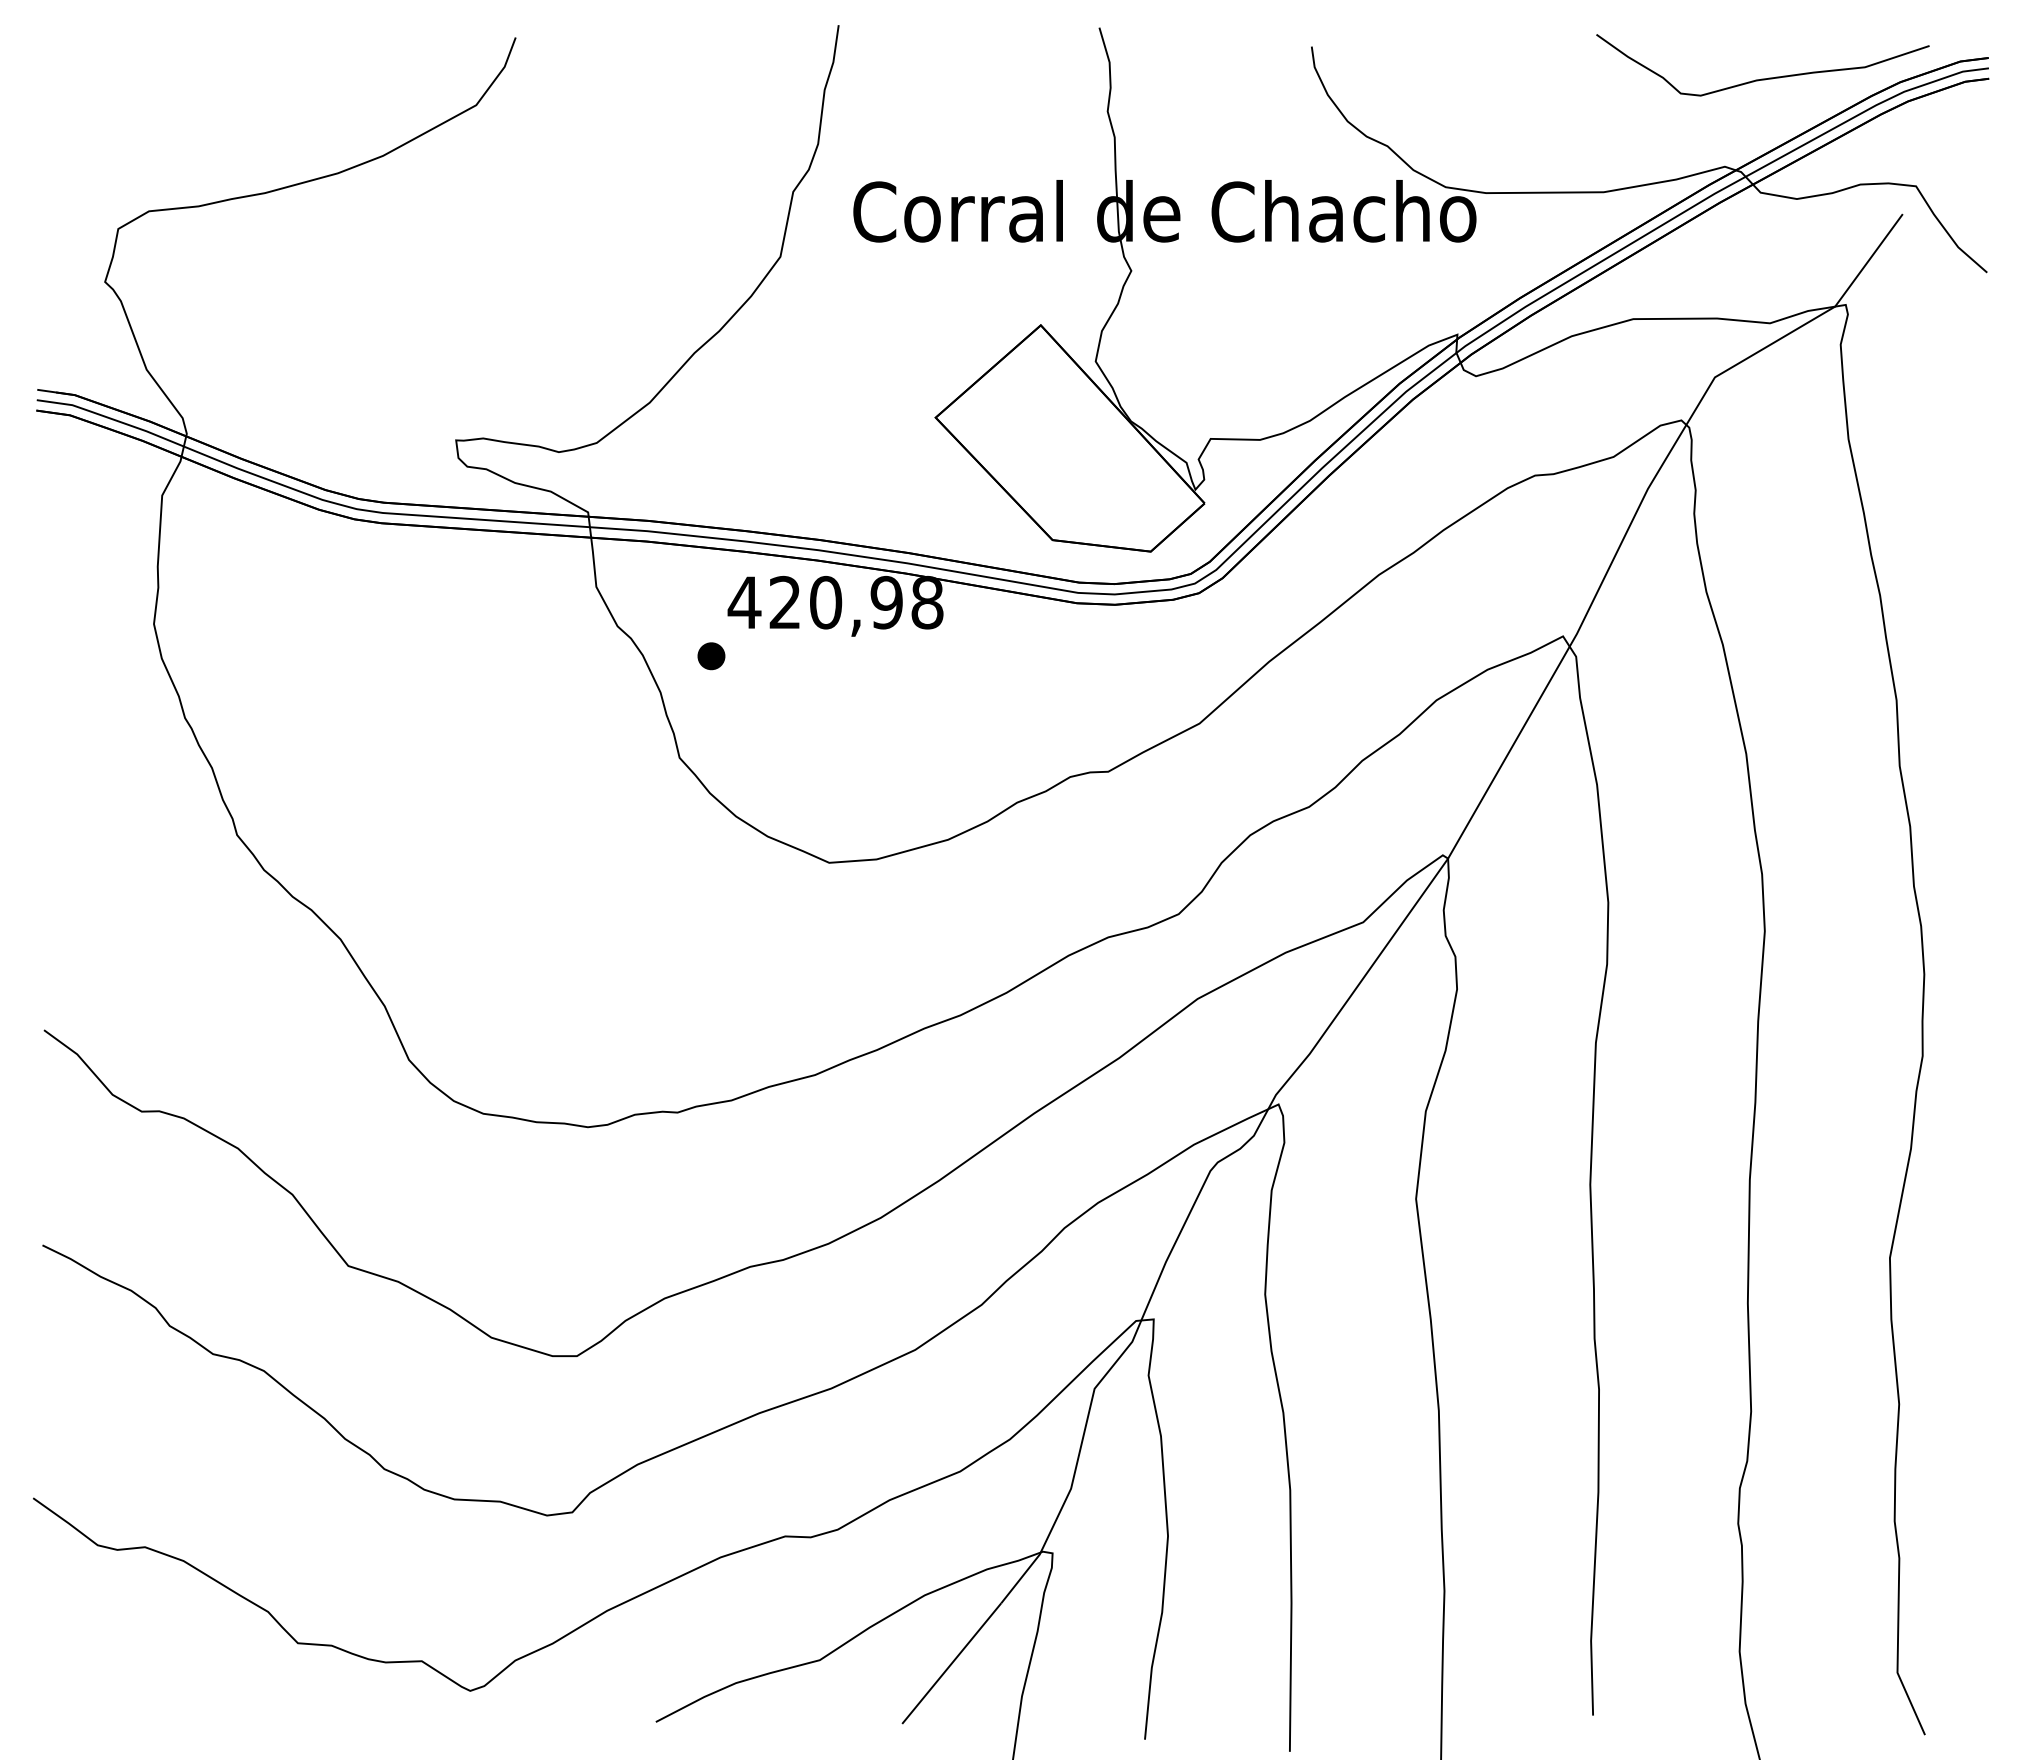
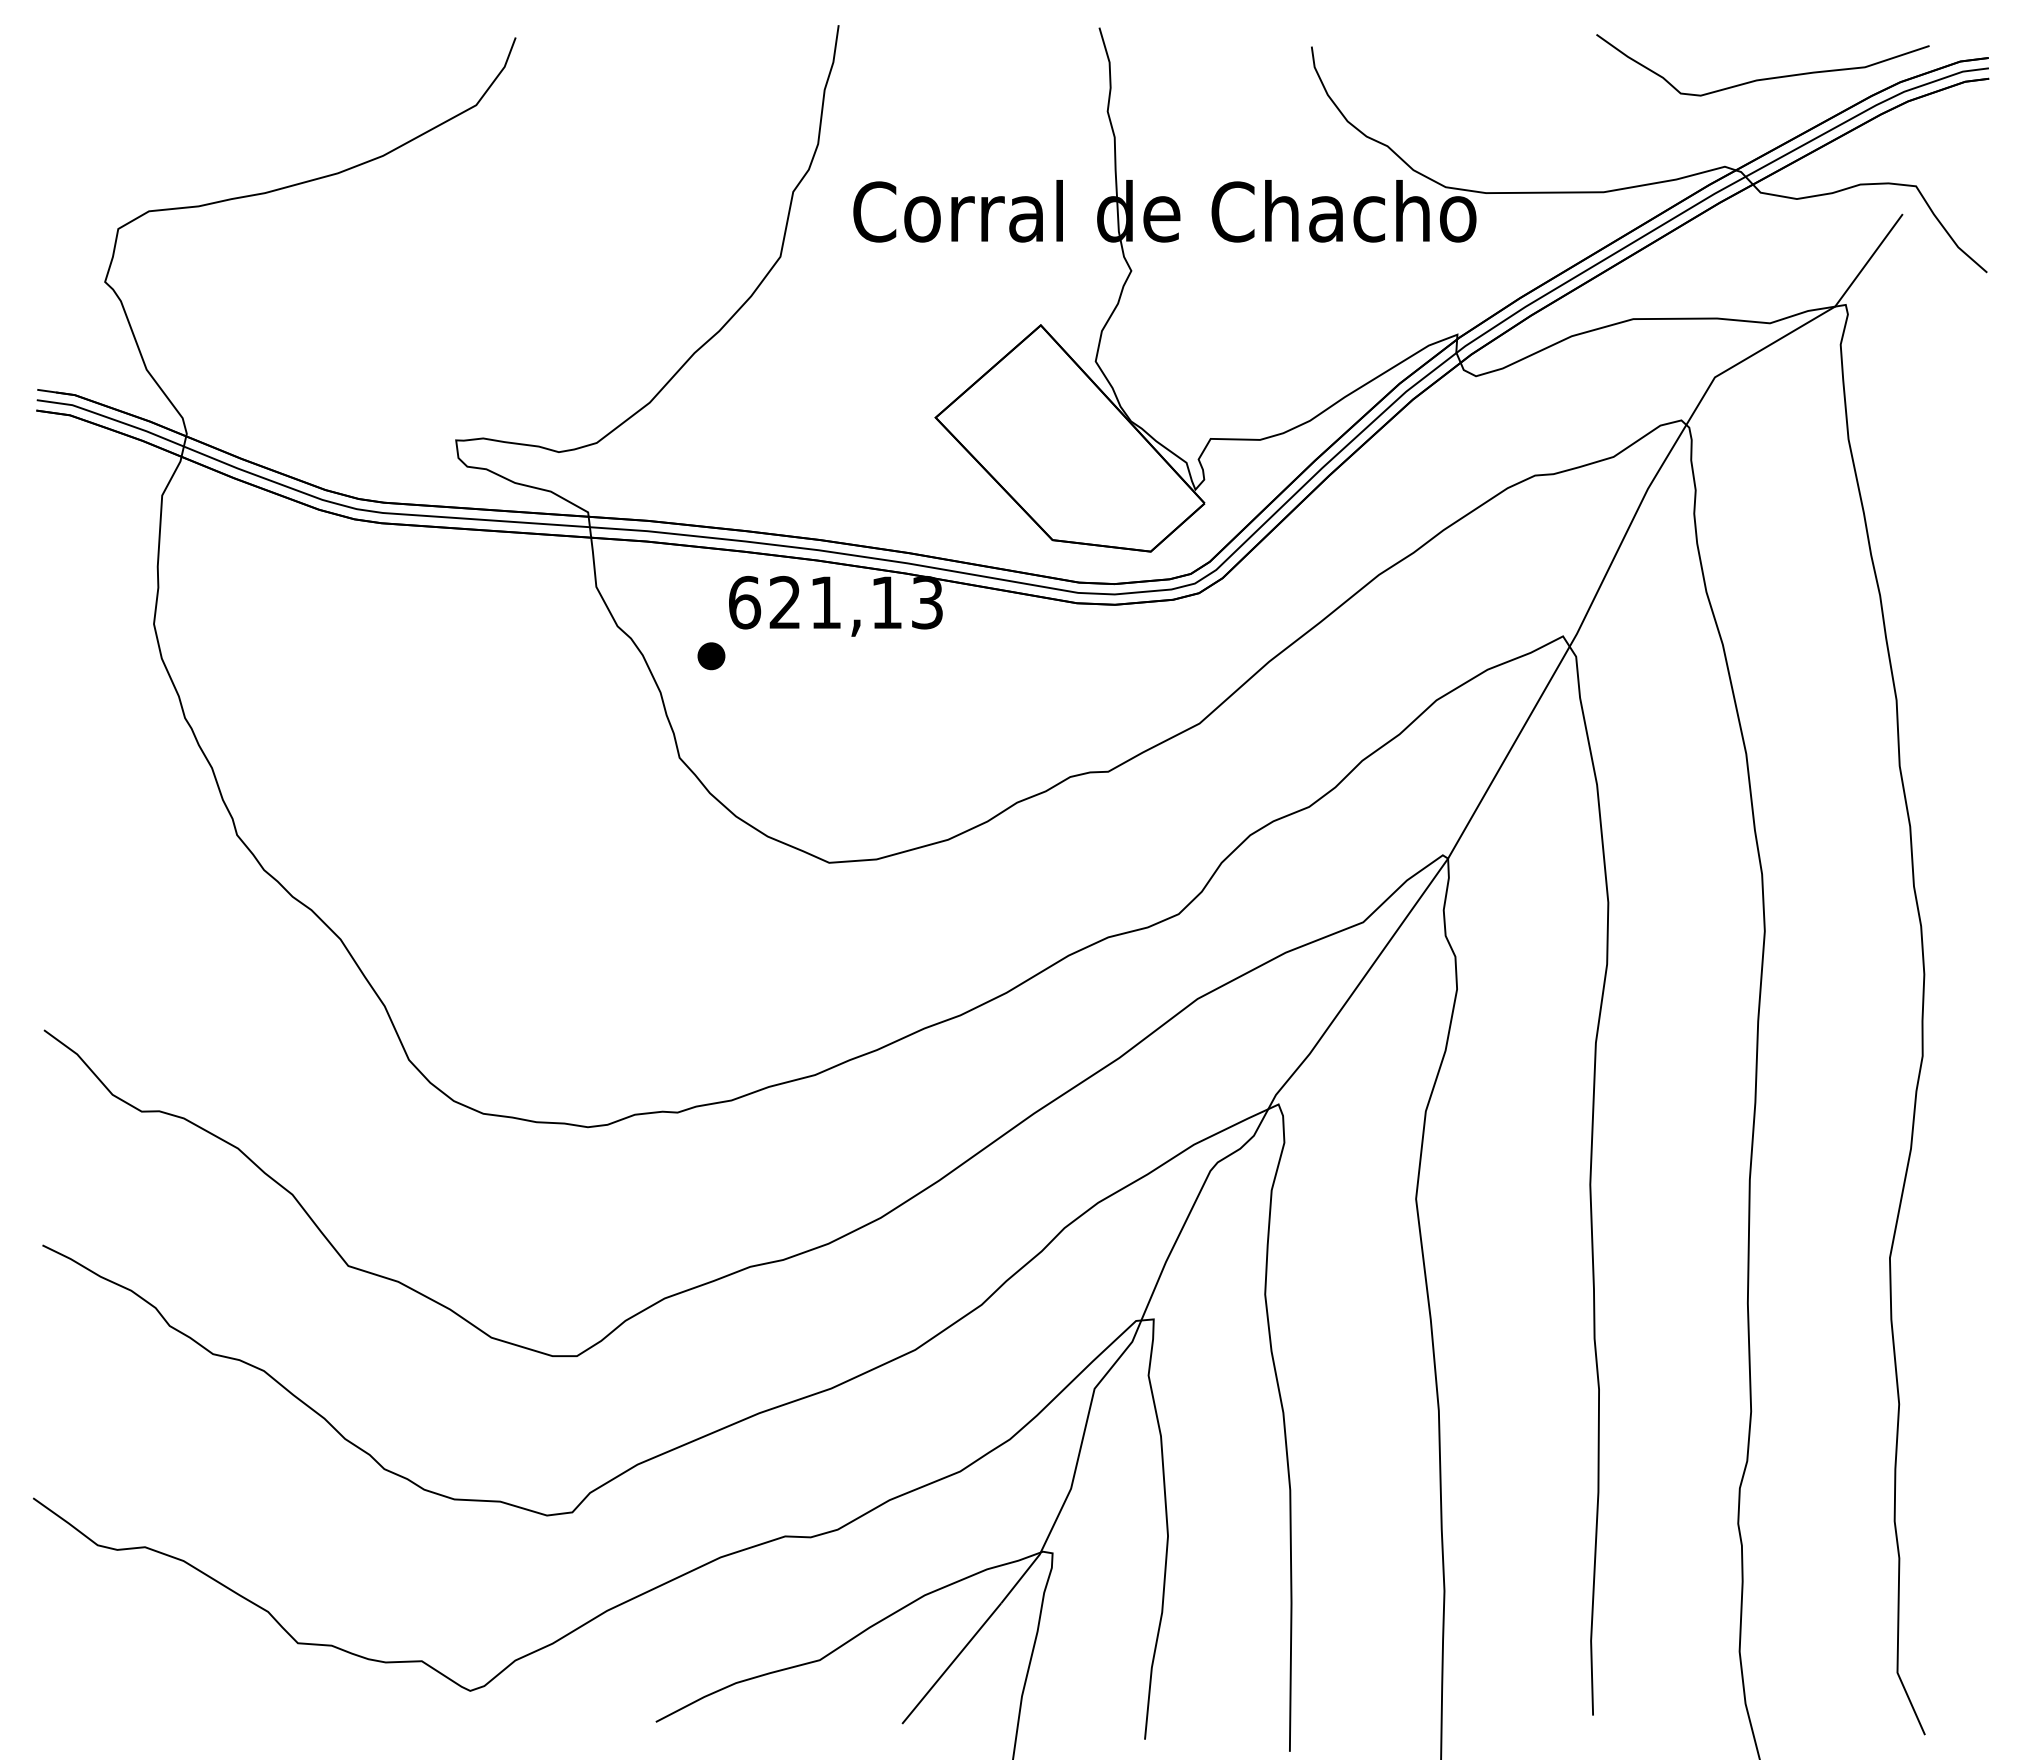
text at (835, 602): 420,98 -> 621,13
